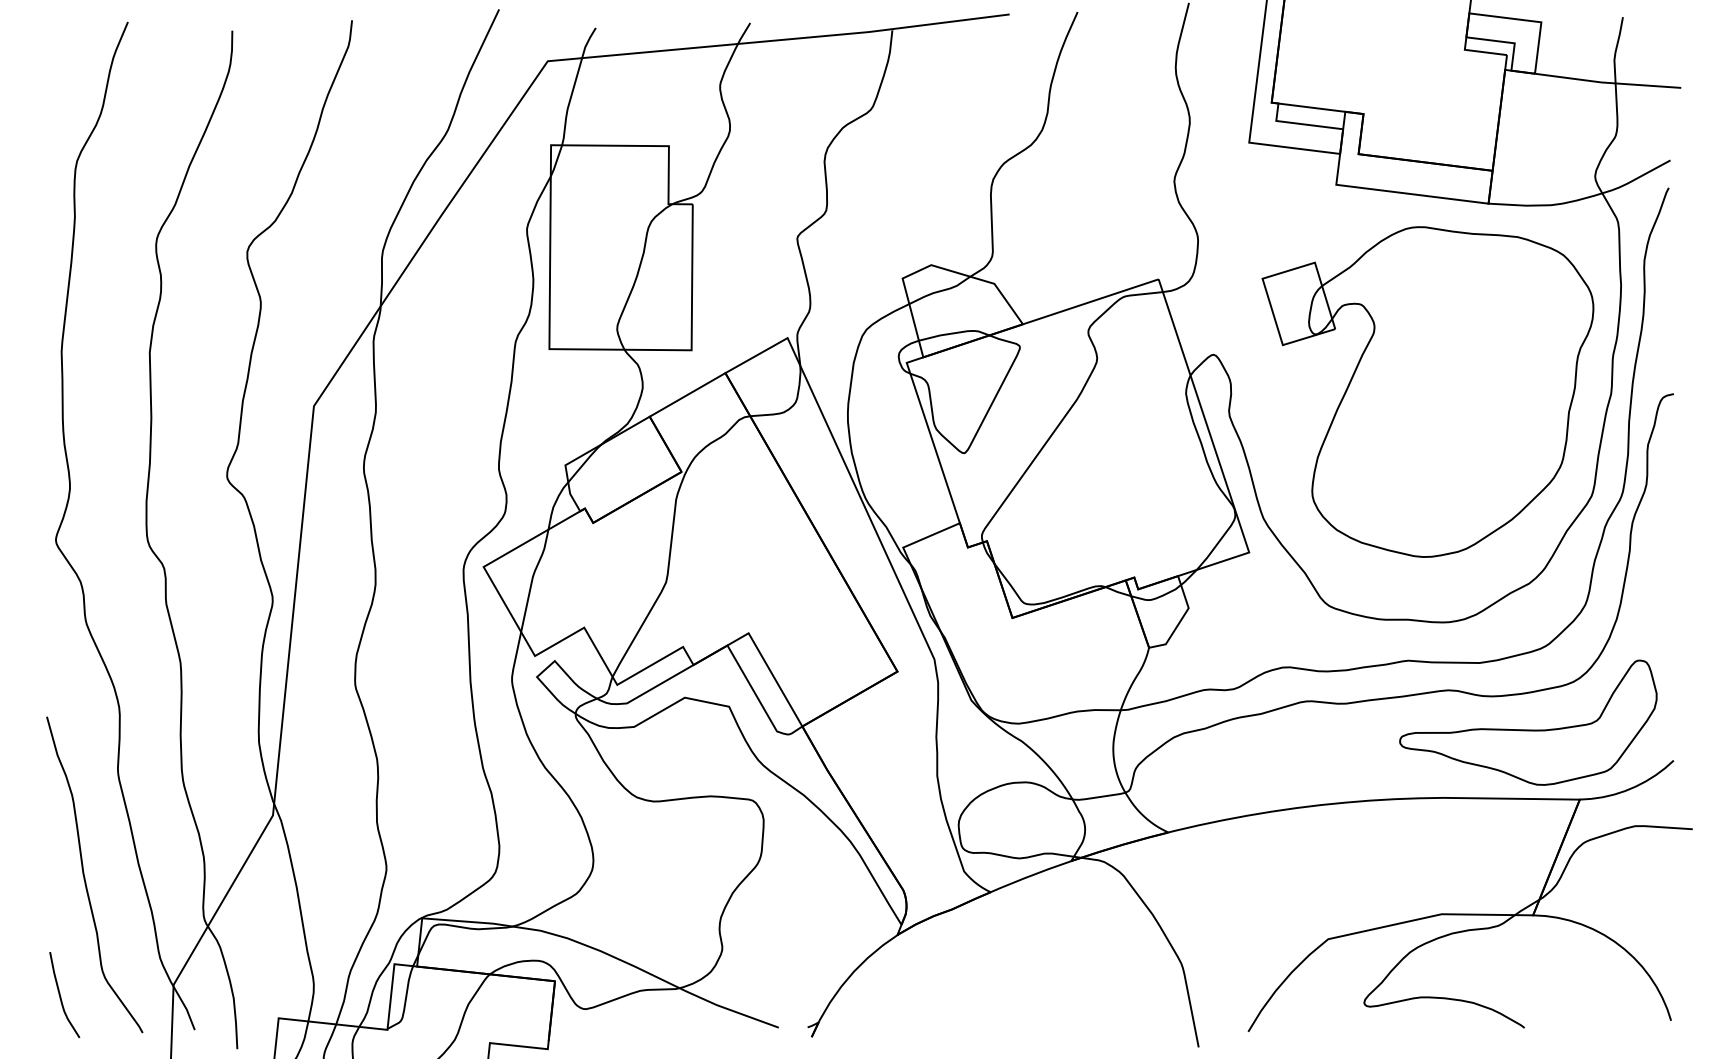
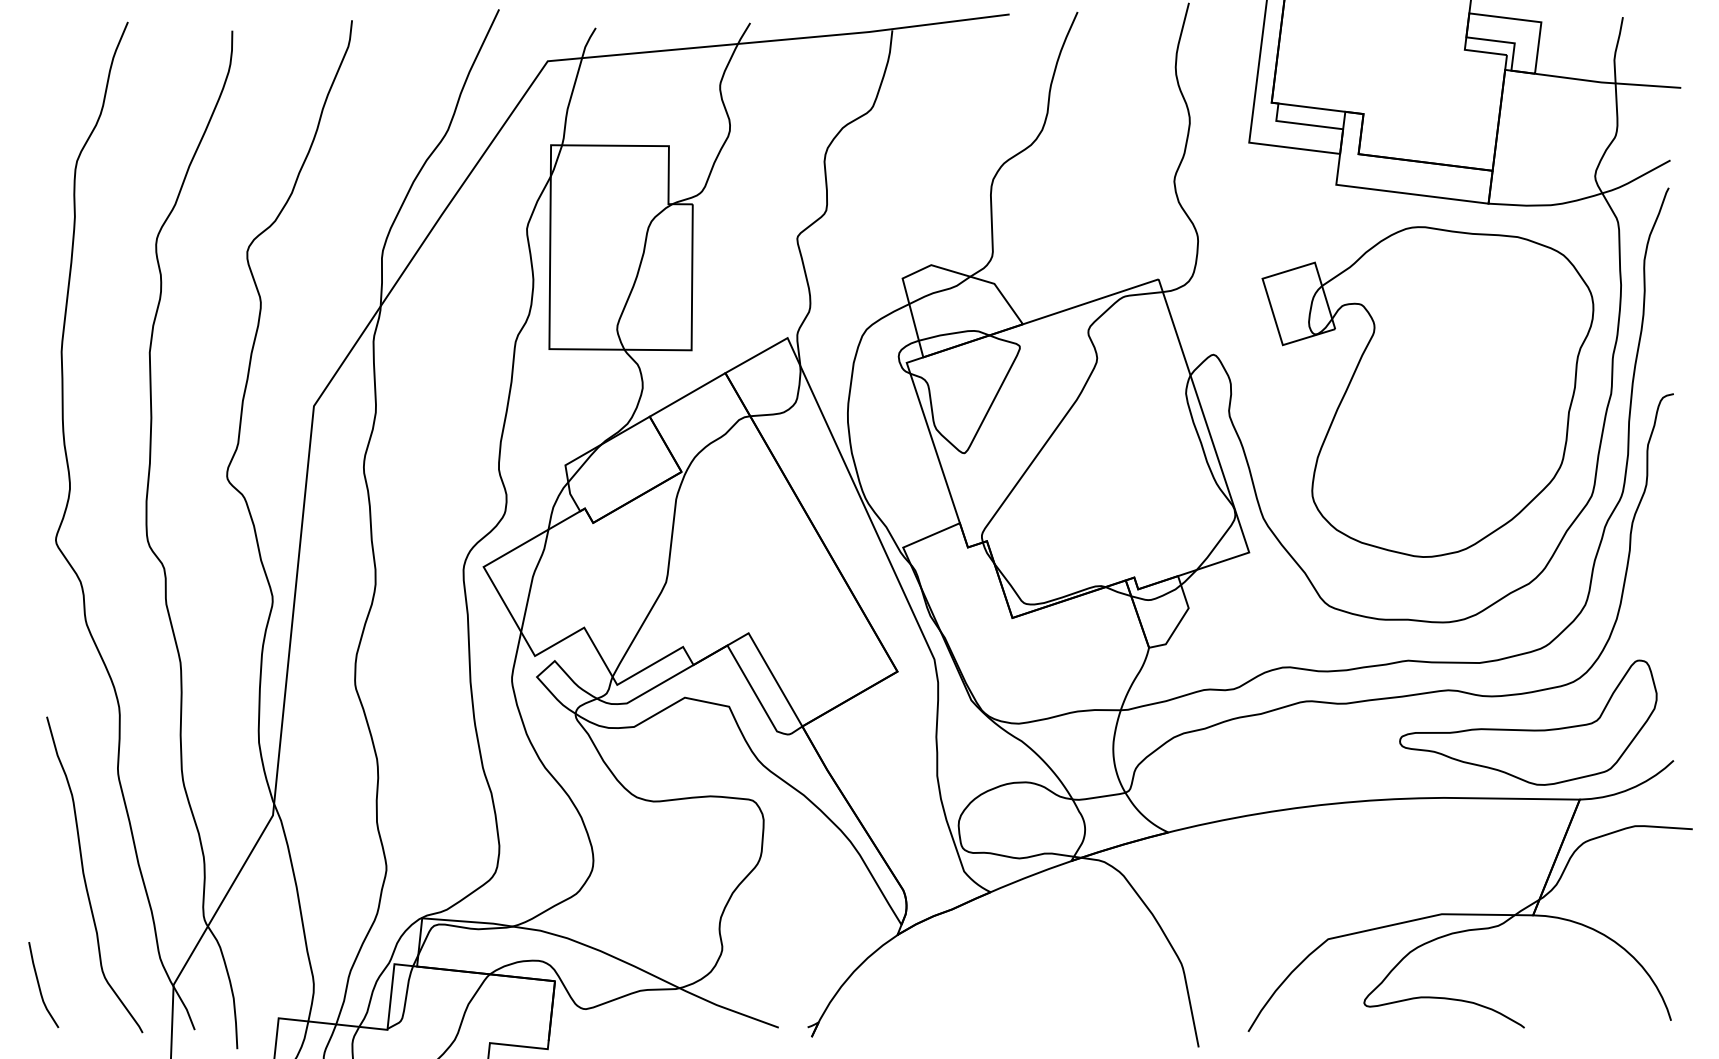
curve at (61, 996) position: (61, 996) -> (40, 986)
